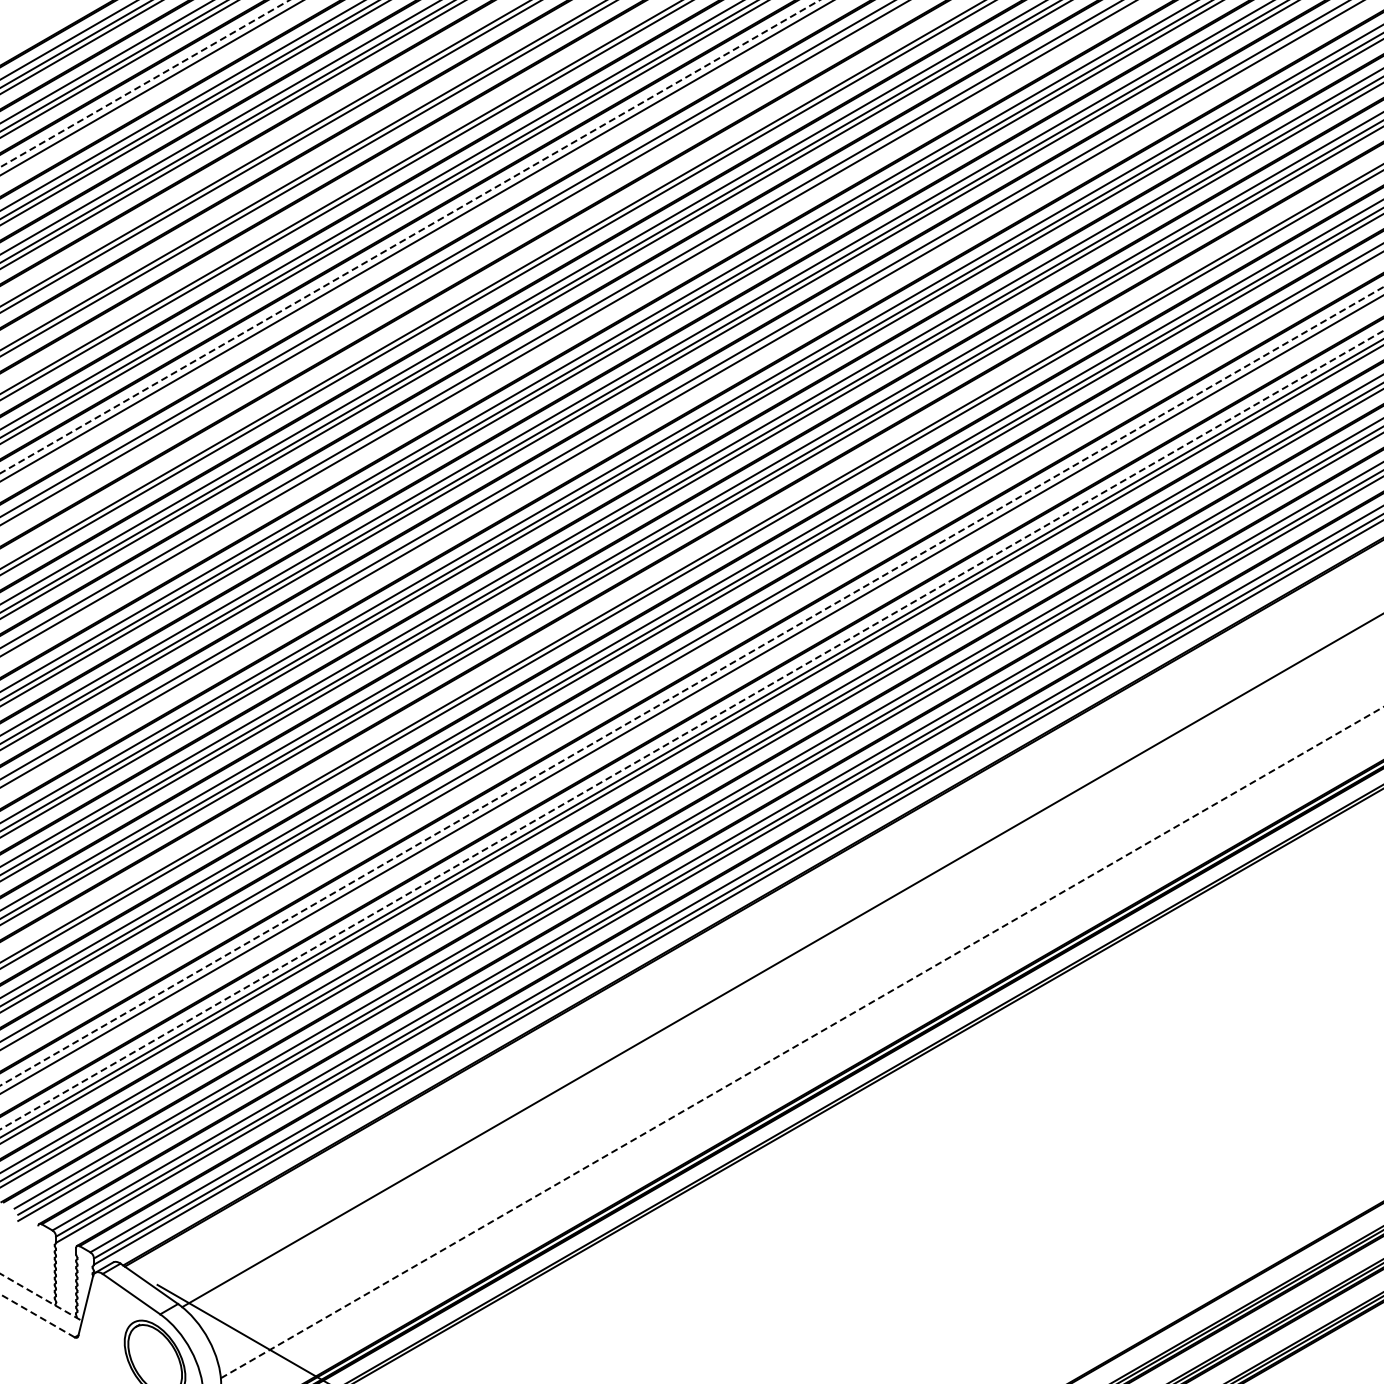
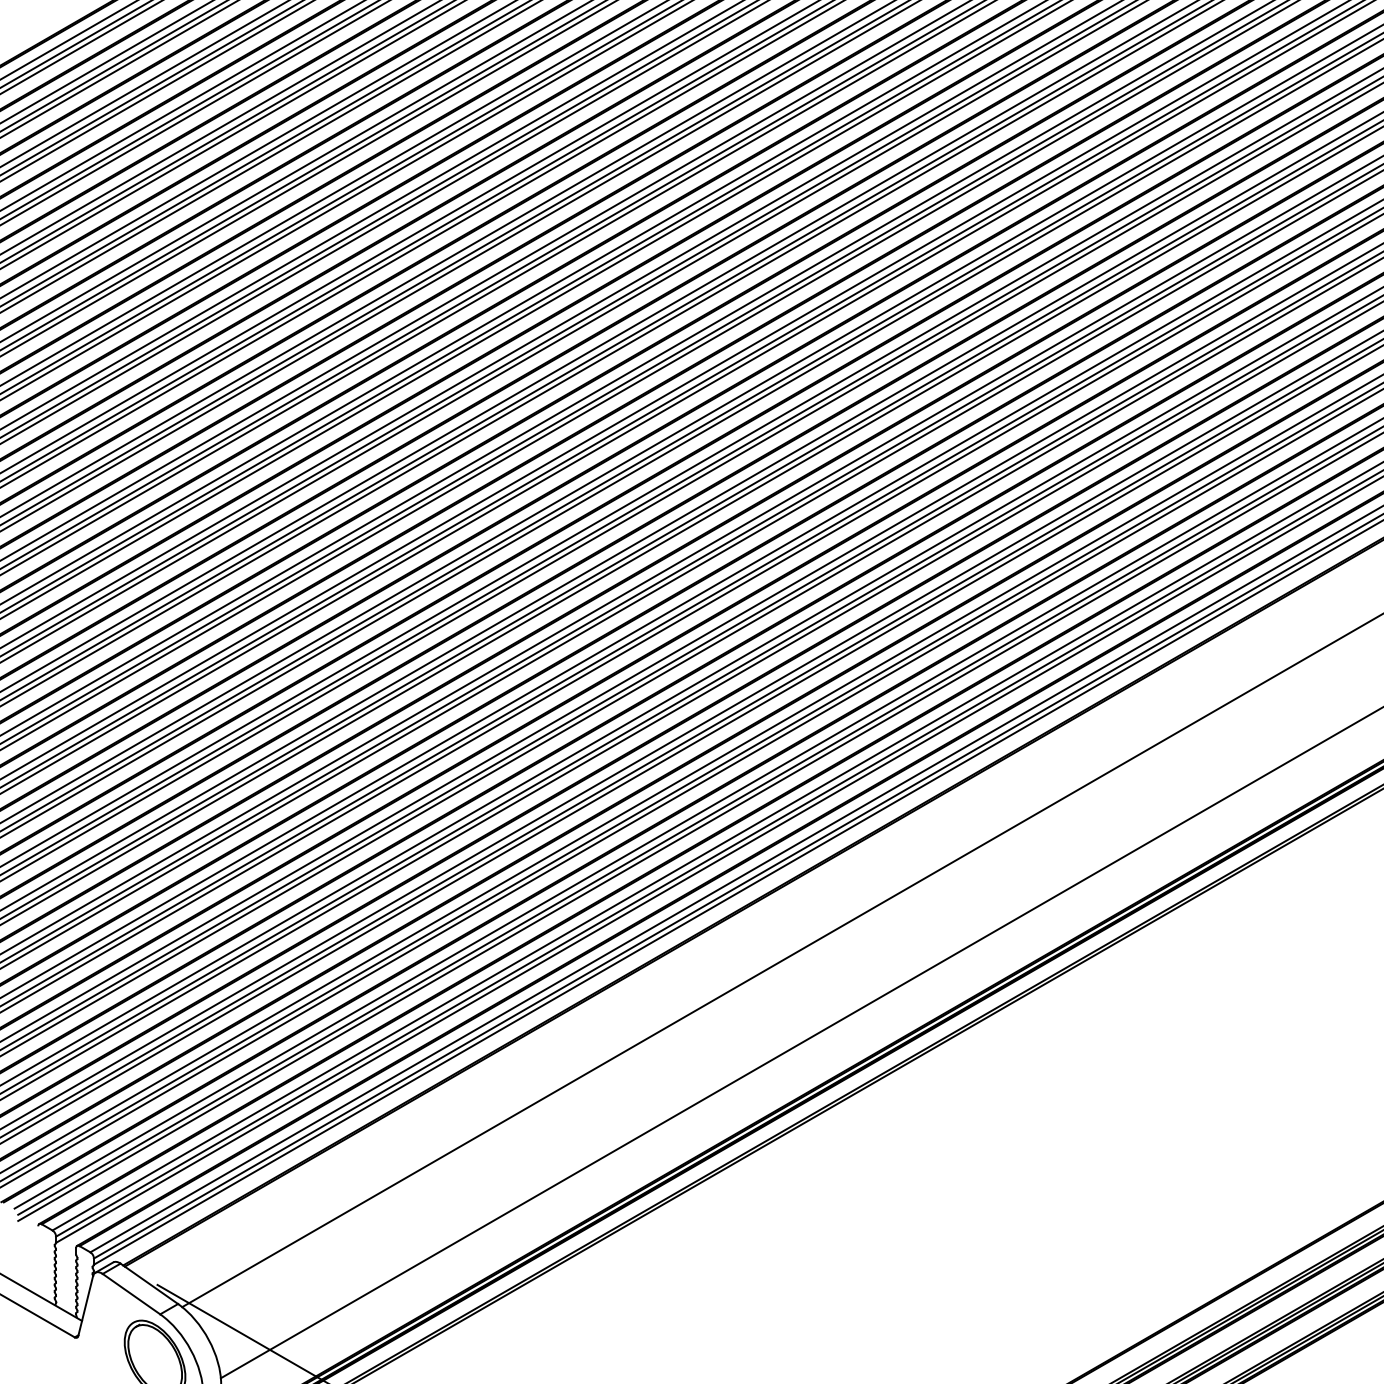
line at (144, 83): dashed -> solid
line at (156, 91): none -> present
line at (257, 149): none -> present
line at (295, 171): none -> present
line at (333, 193): none -> present
line at (410, 236): dashed -> solid
line at (421, 244): none -> present
line at (459, 266): none -> present
line at (484, 280): none -> present
line at (572, 331): none -> present
line at (686, 397): none -> present
line at (691, 555): none -> present
line at (691, 656): none -> present
line at (692, 686): dashed -> solid
line at (691, 700): none -> present
line at (692, 729): dashed -> solid
line at (802, 1042): dashed -> solid
line at (41, 1297): dashed -> solid
line at (37, 1315): dashed -> solid
